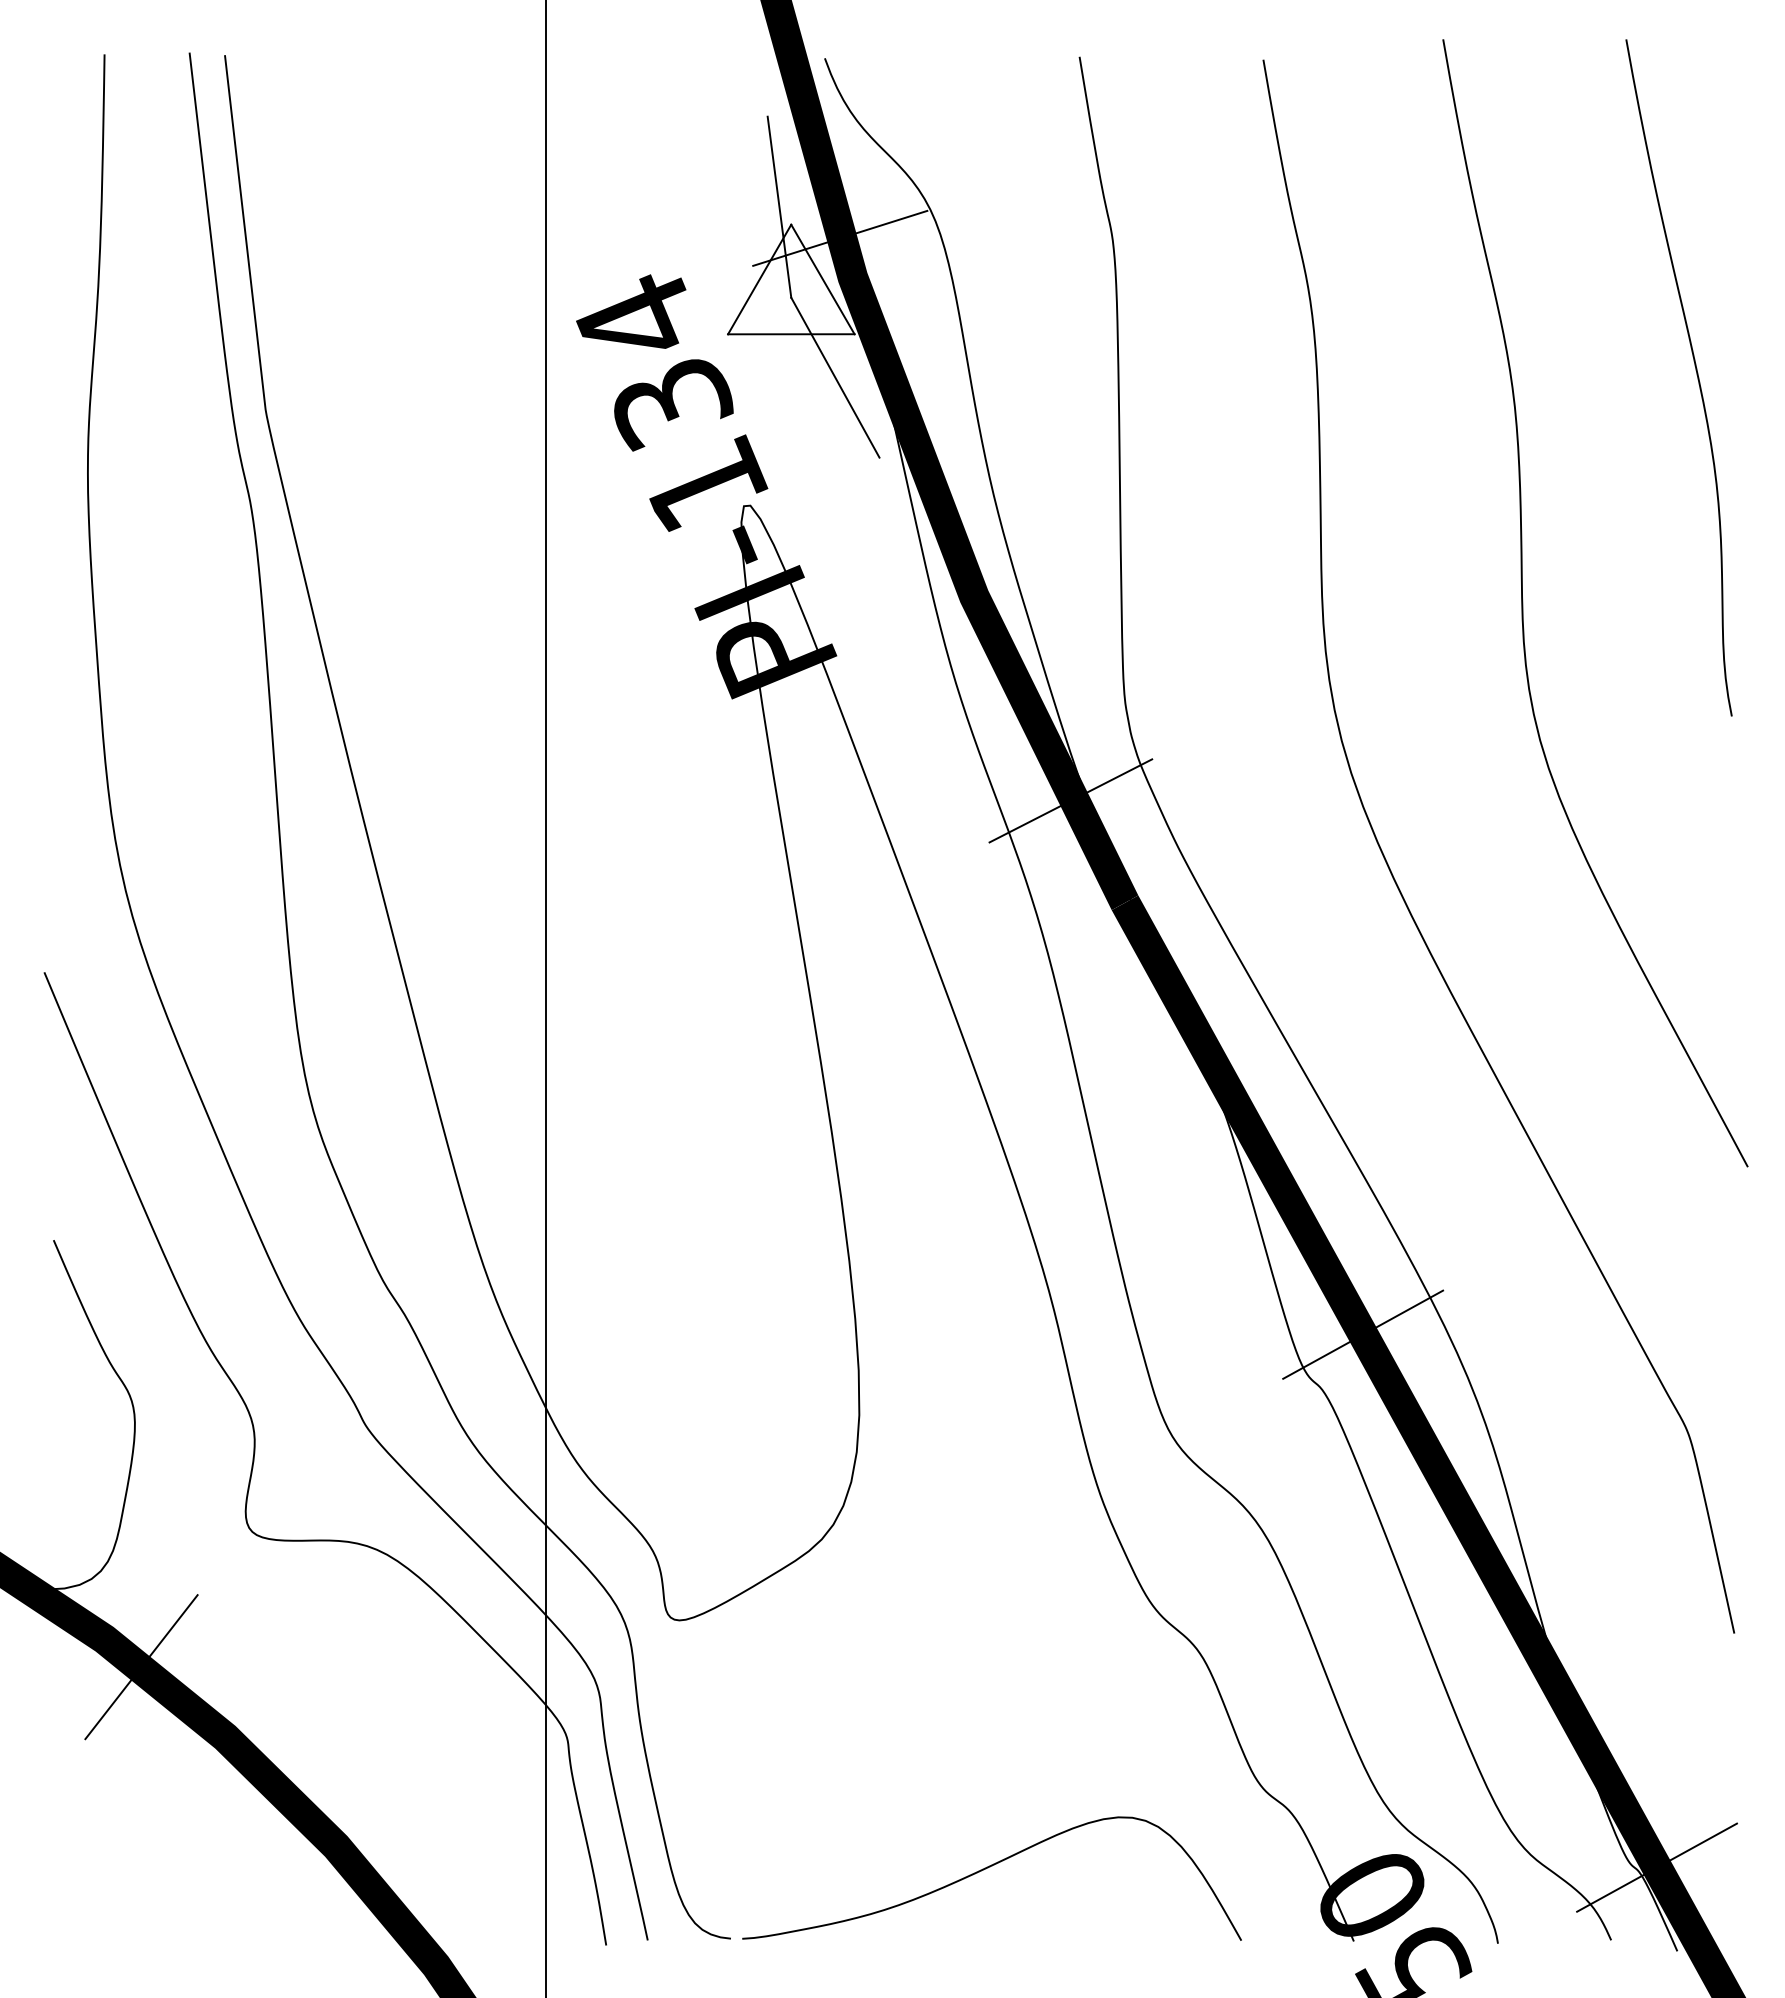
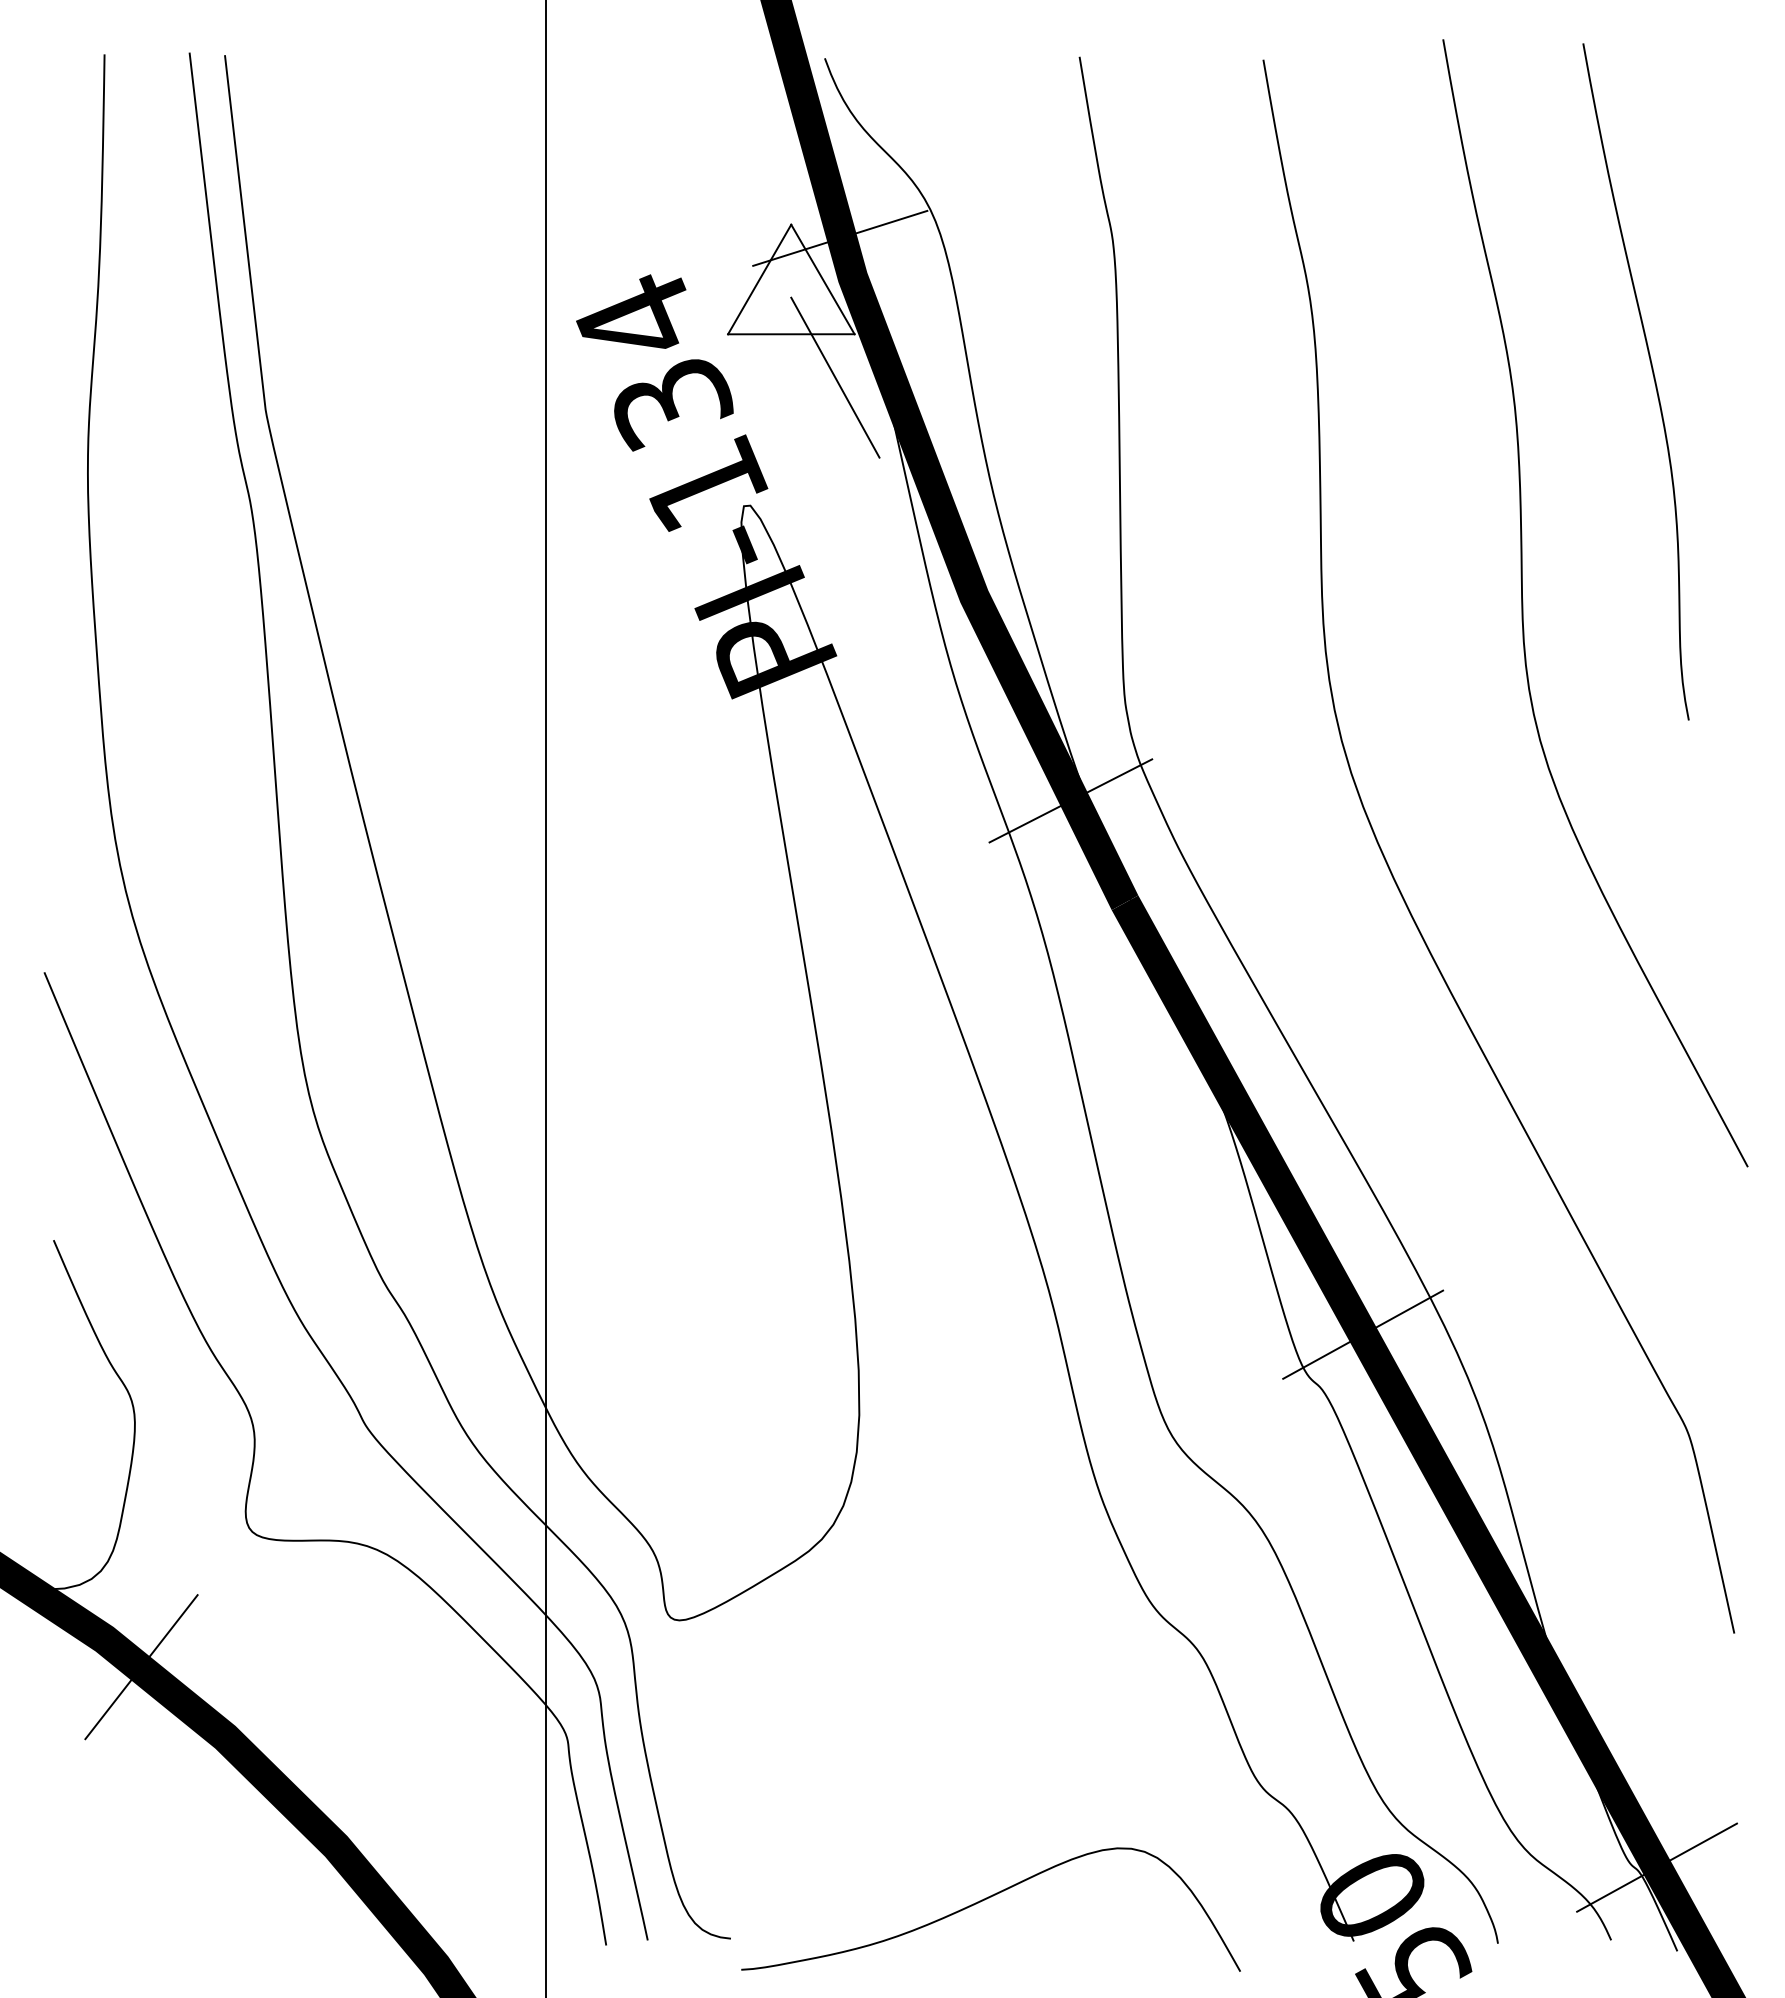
line at (779, 206): present -> none
curve at (1696, 375) position: (1696, 375) -> (1653, 379)
curve at (988, 1868) position: (988, 1868) -> (987, 1899)
